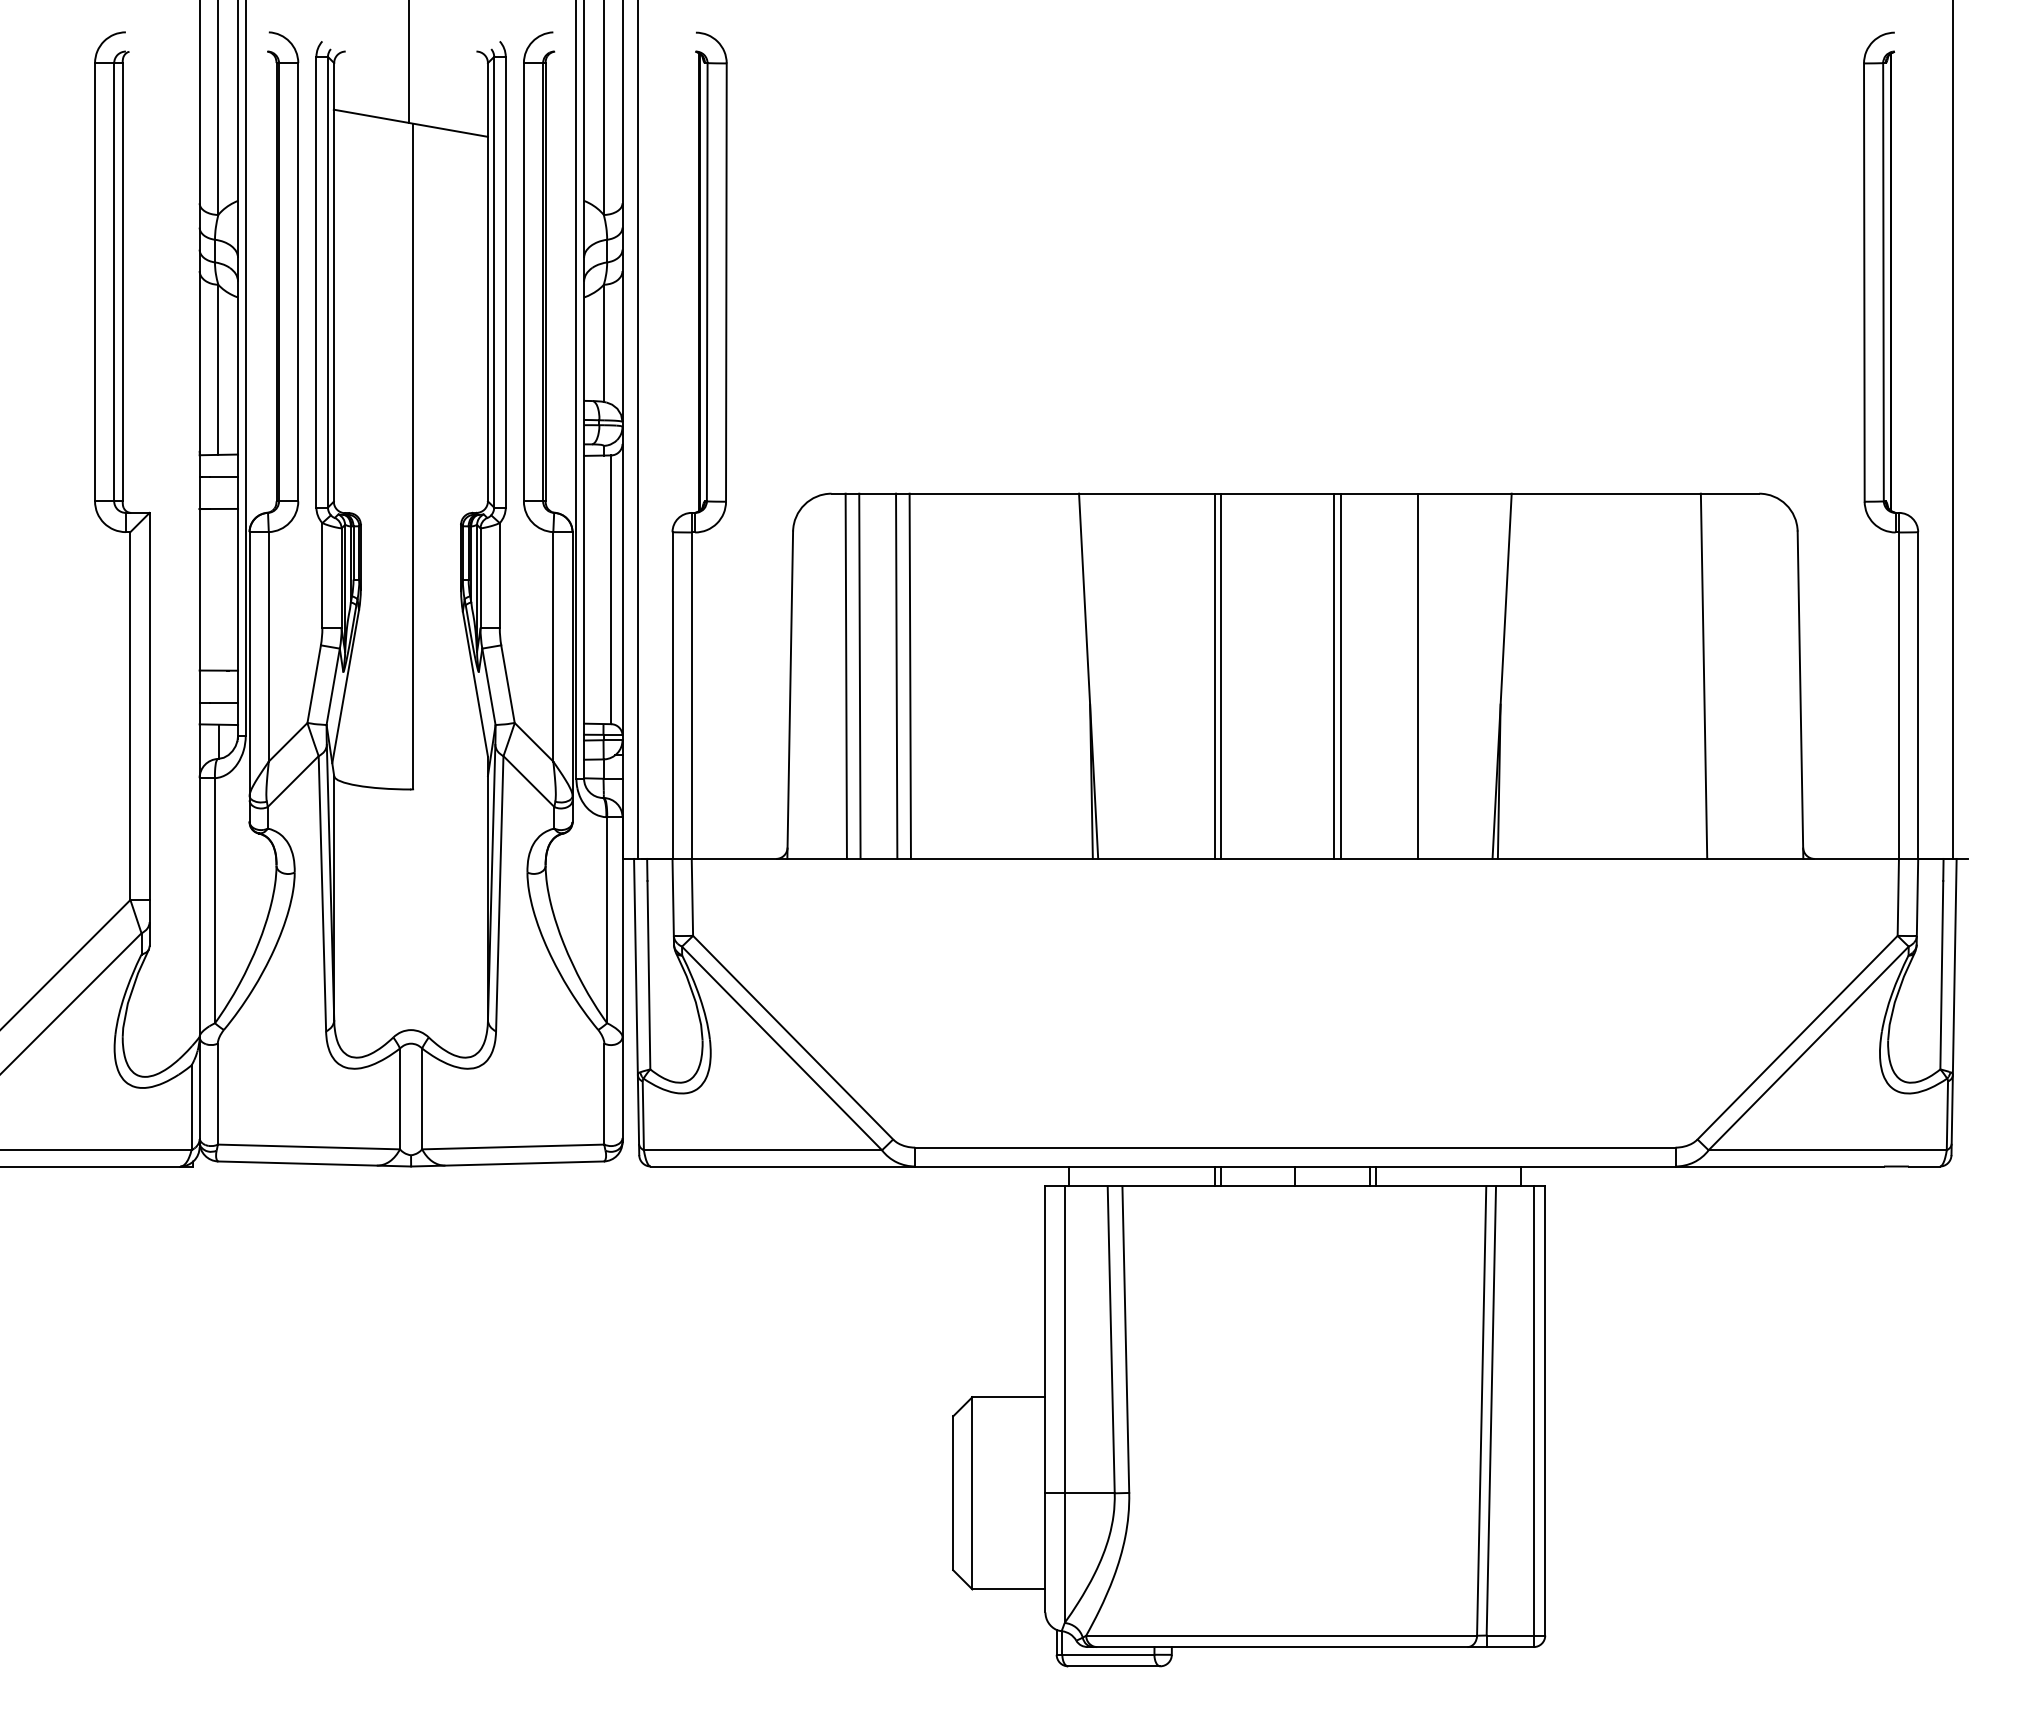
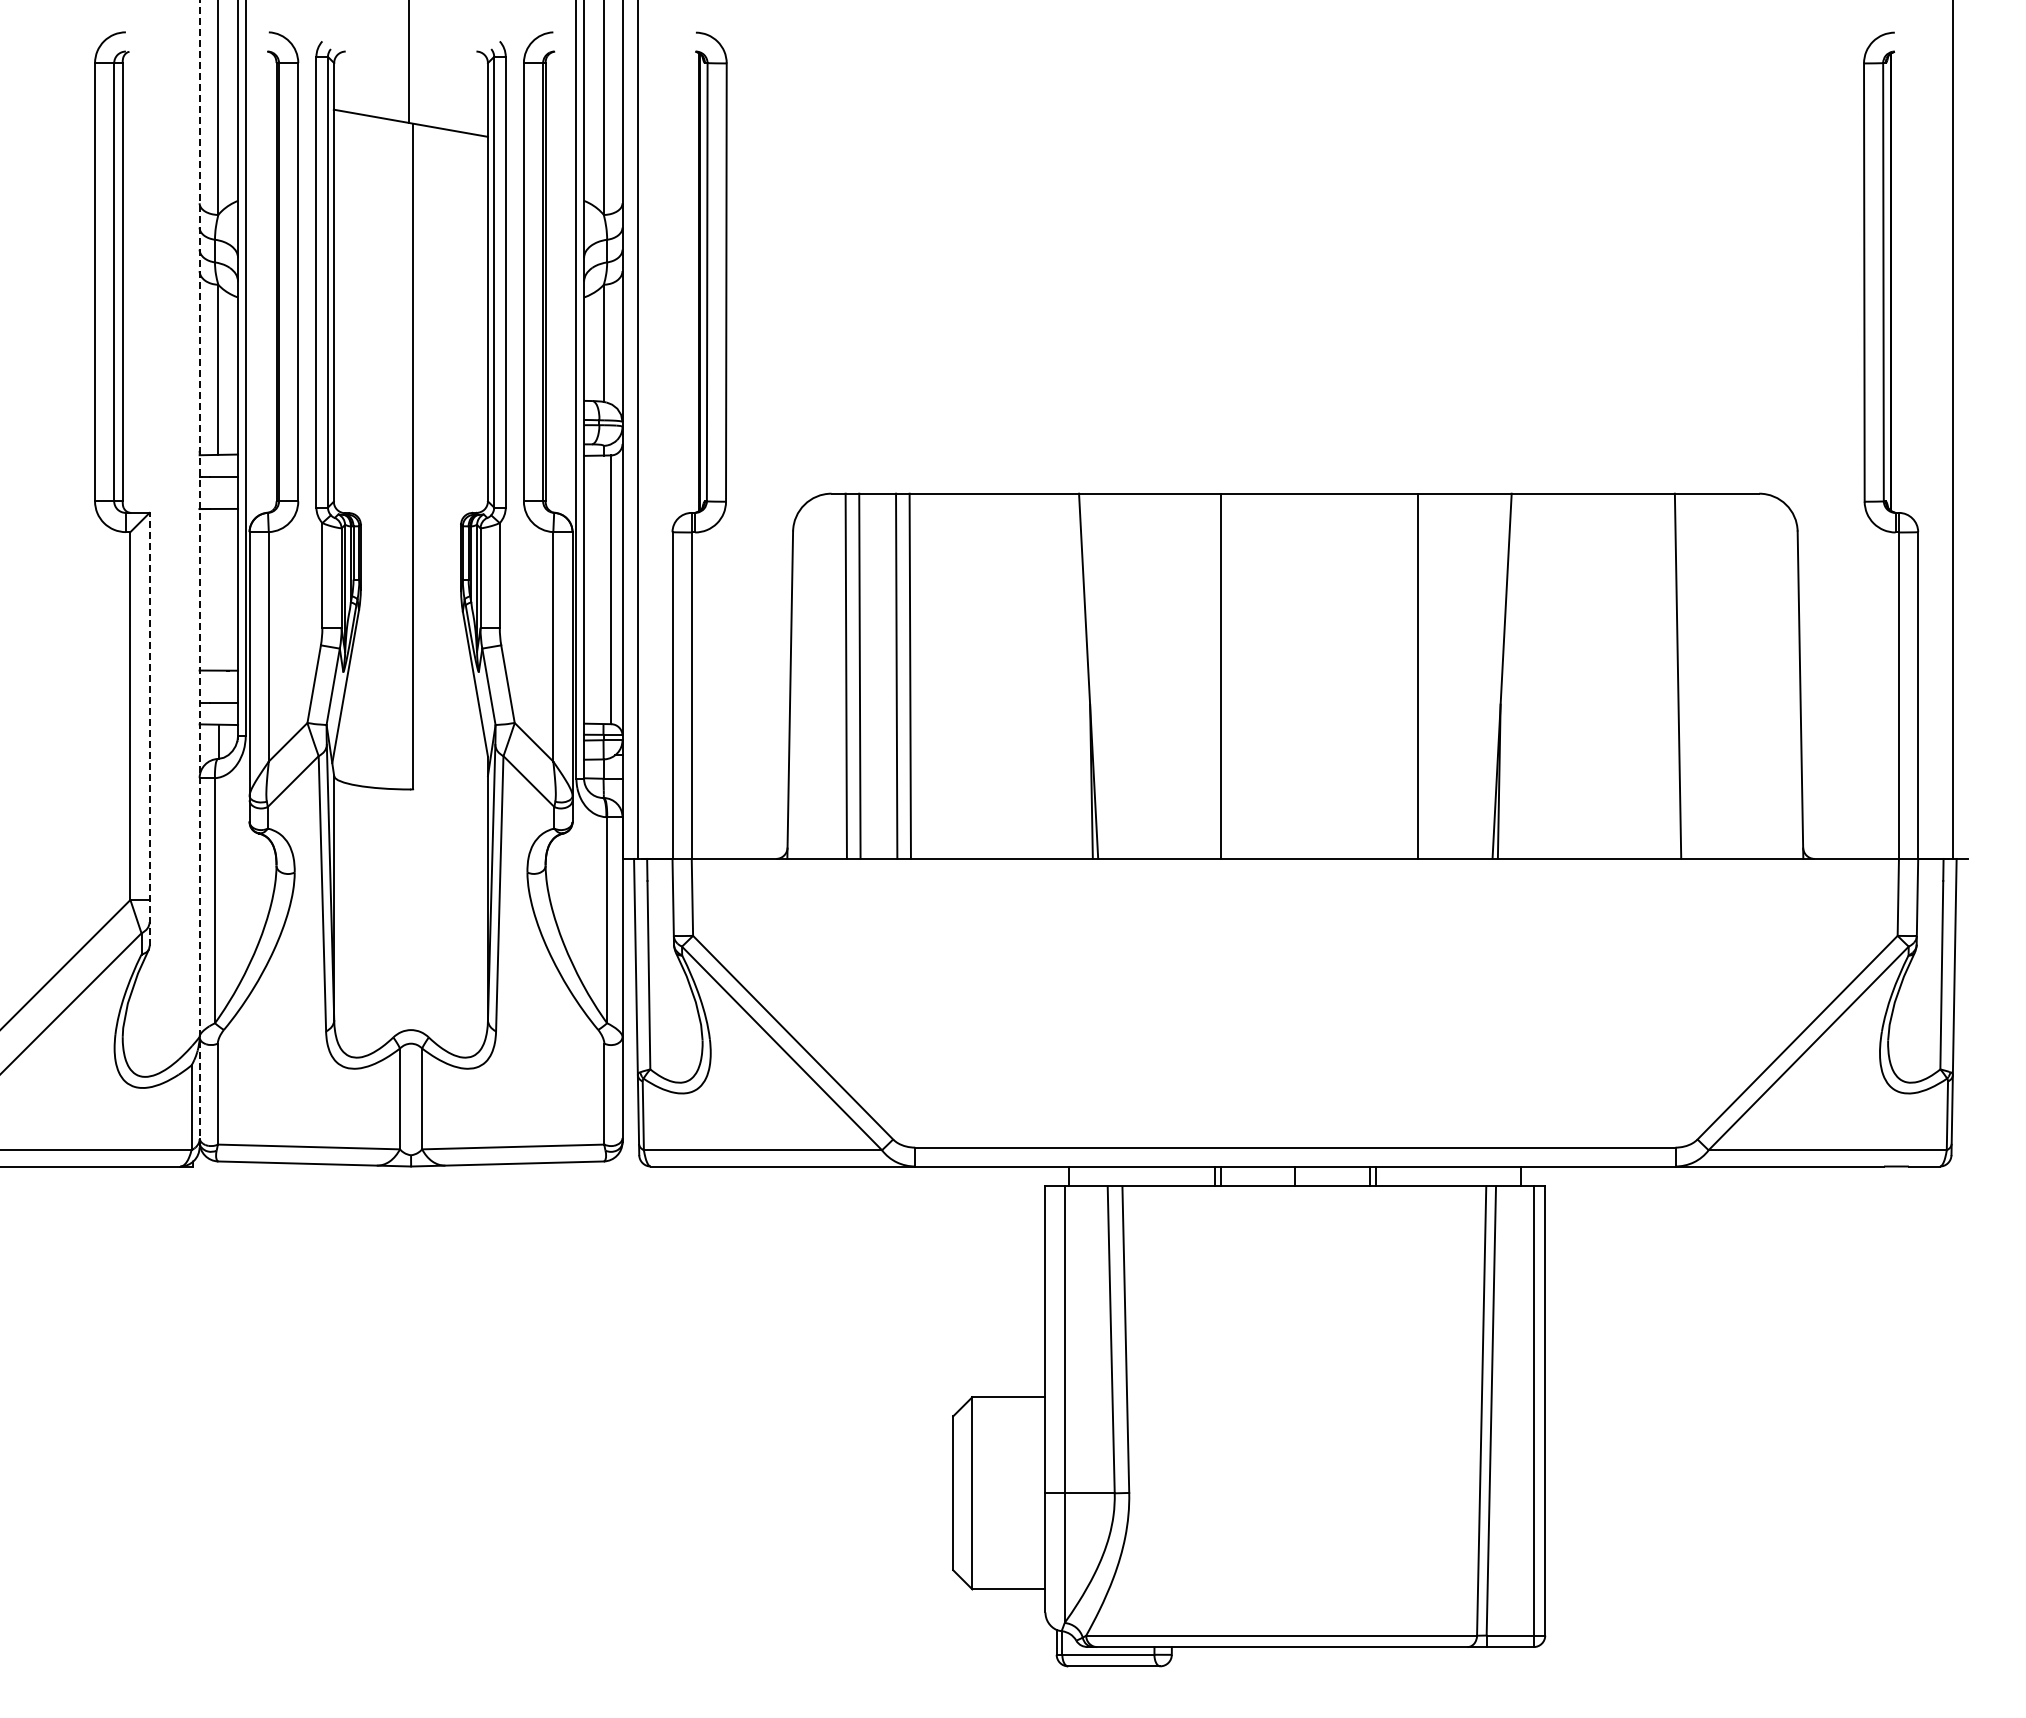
line at (199, 573): solid -> dashed
line at (1215, 675): present -> none
line at (1333, 675): present -> none
line at (1341, 675): present -> none
line at (1703, 675) position: (1703, 675) -> (1677, 675)
line at (149, 729): solid -> dashed
